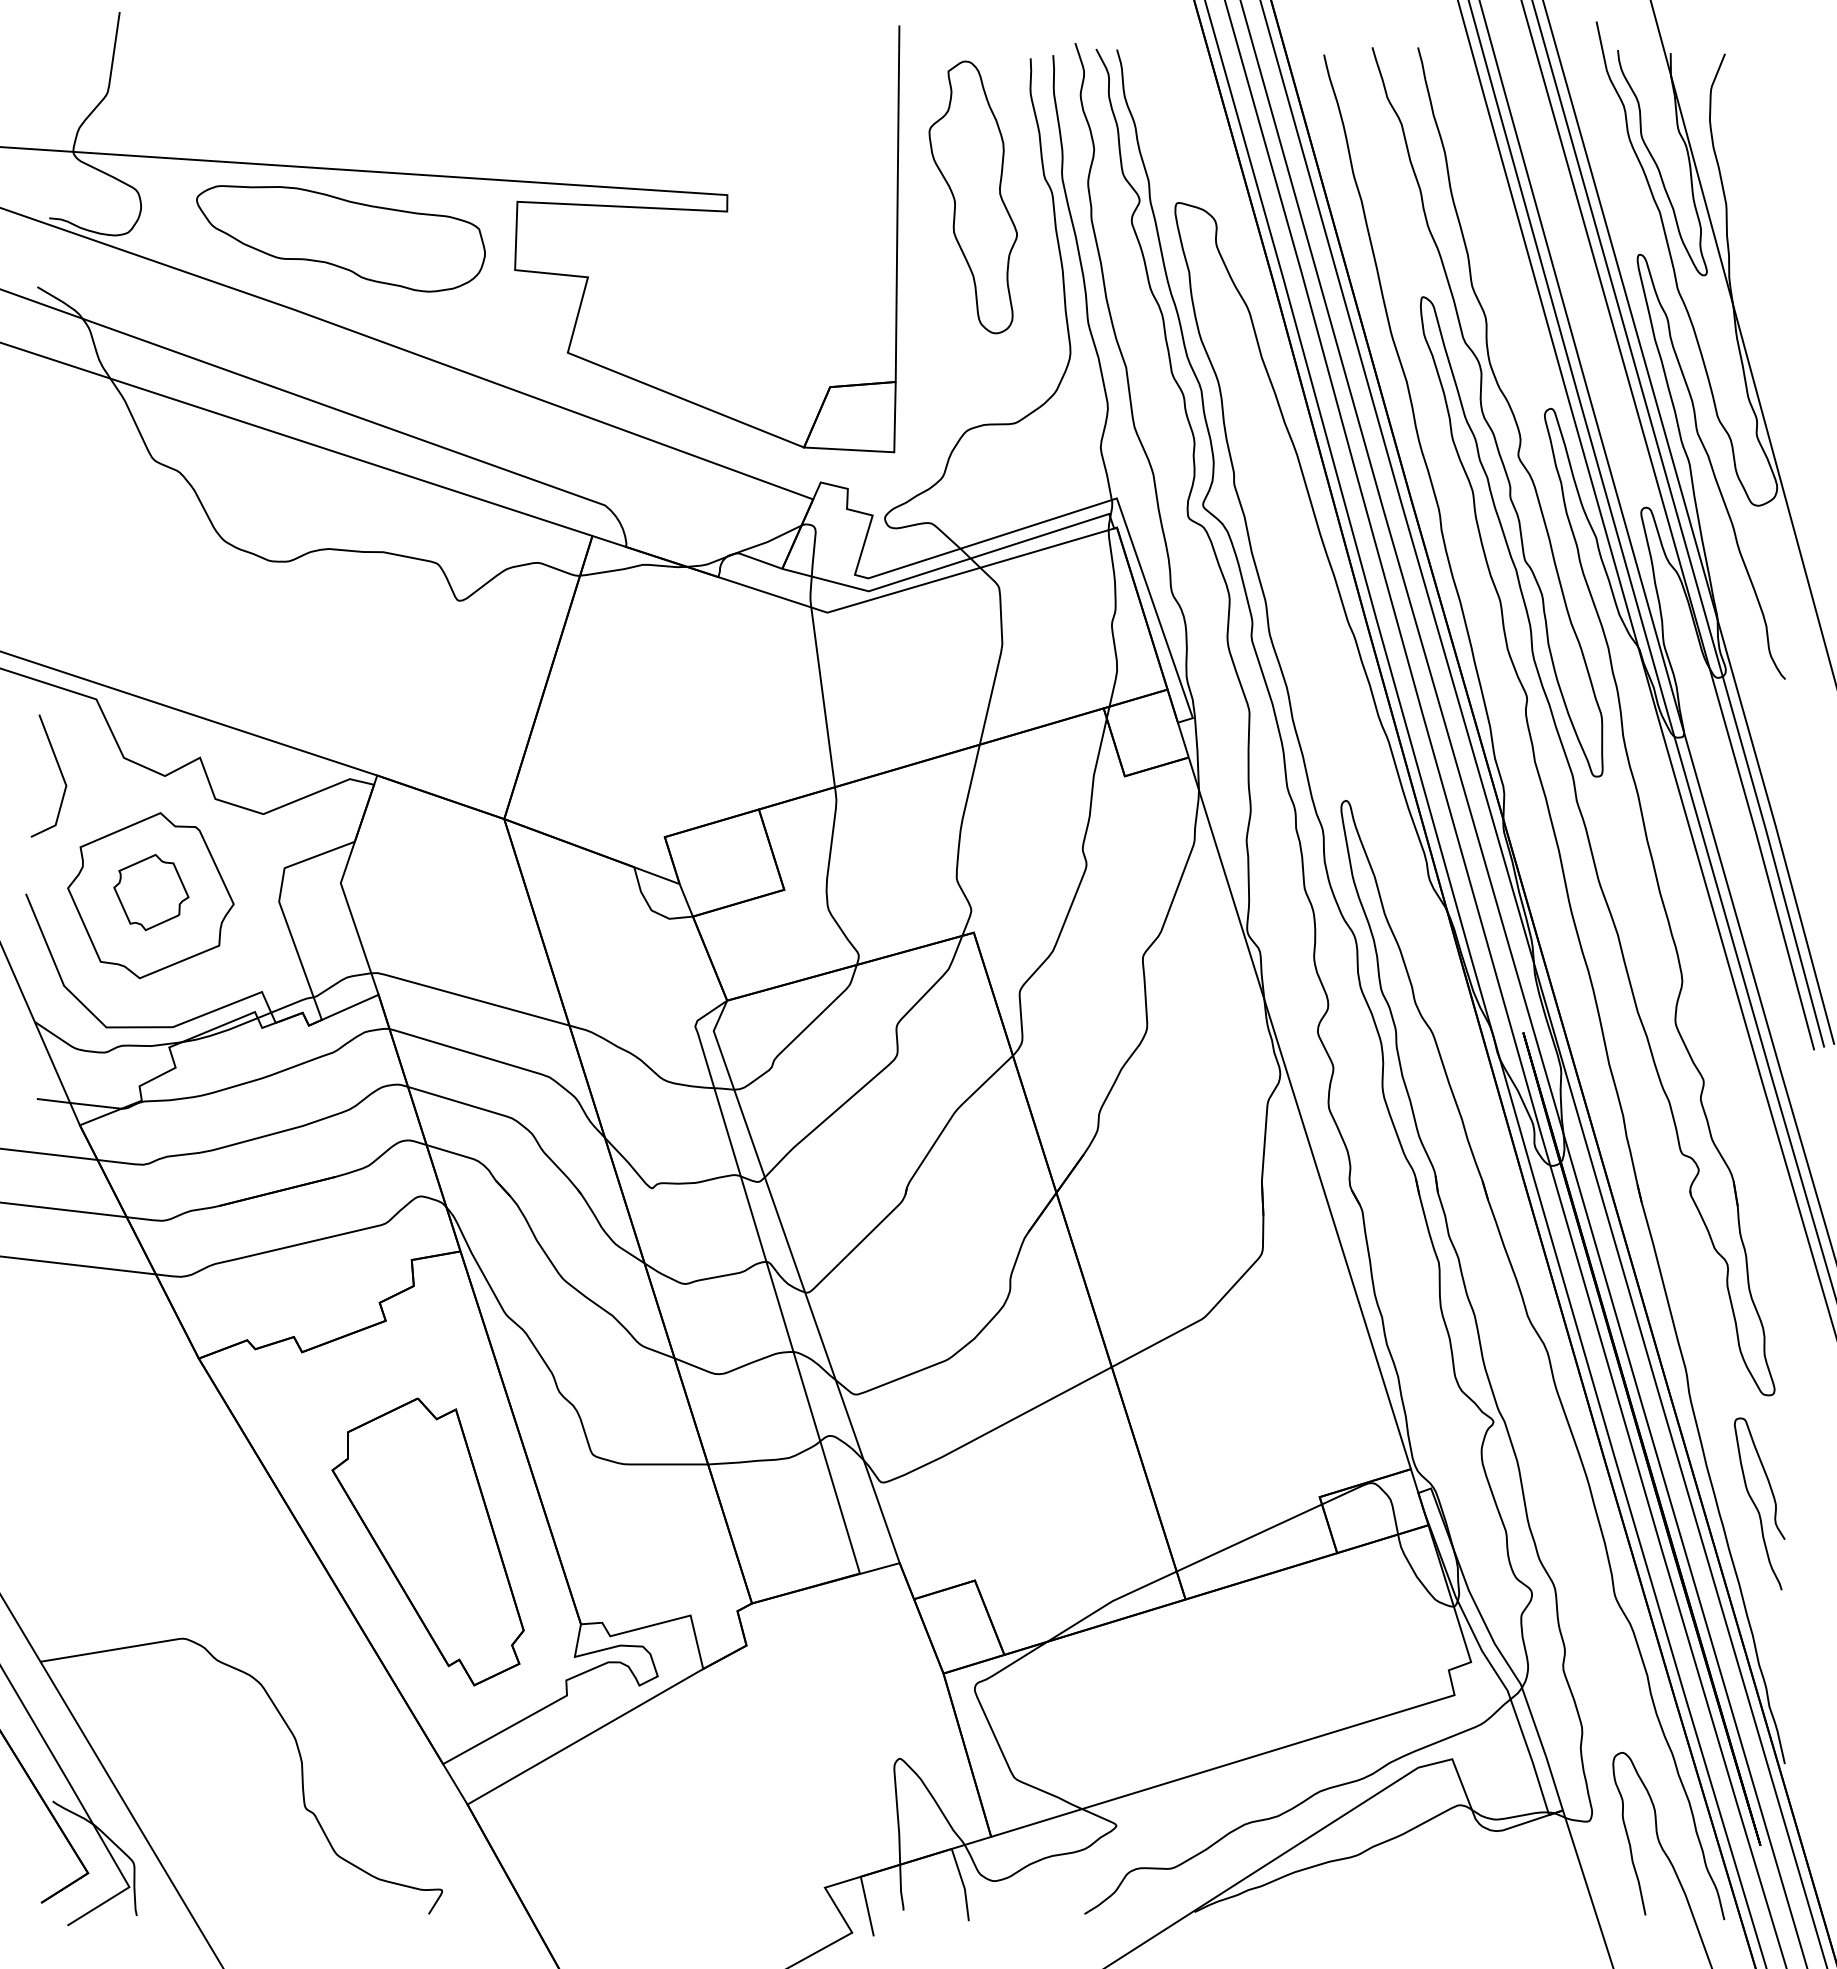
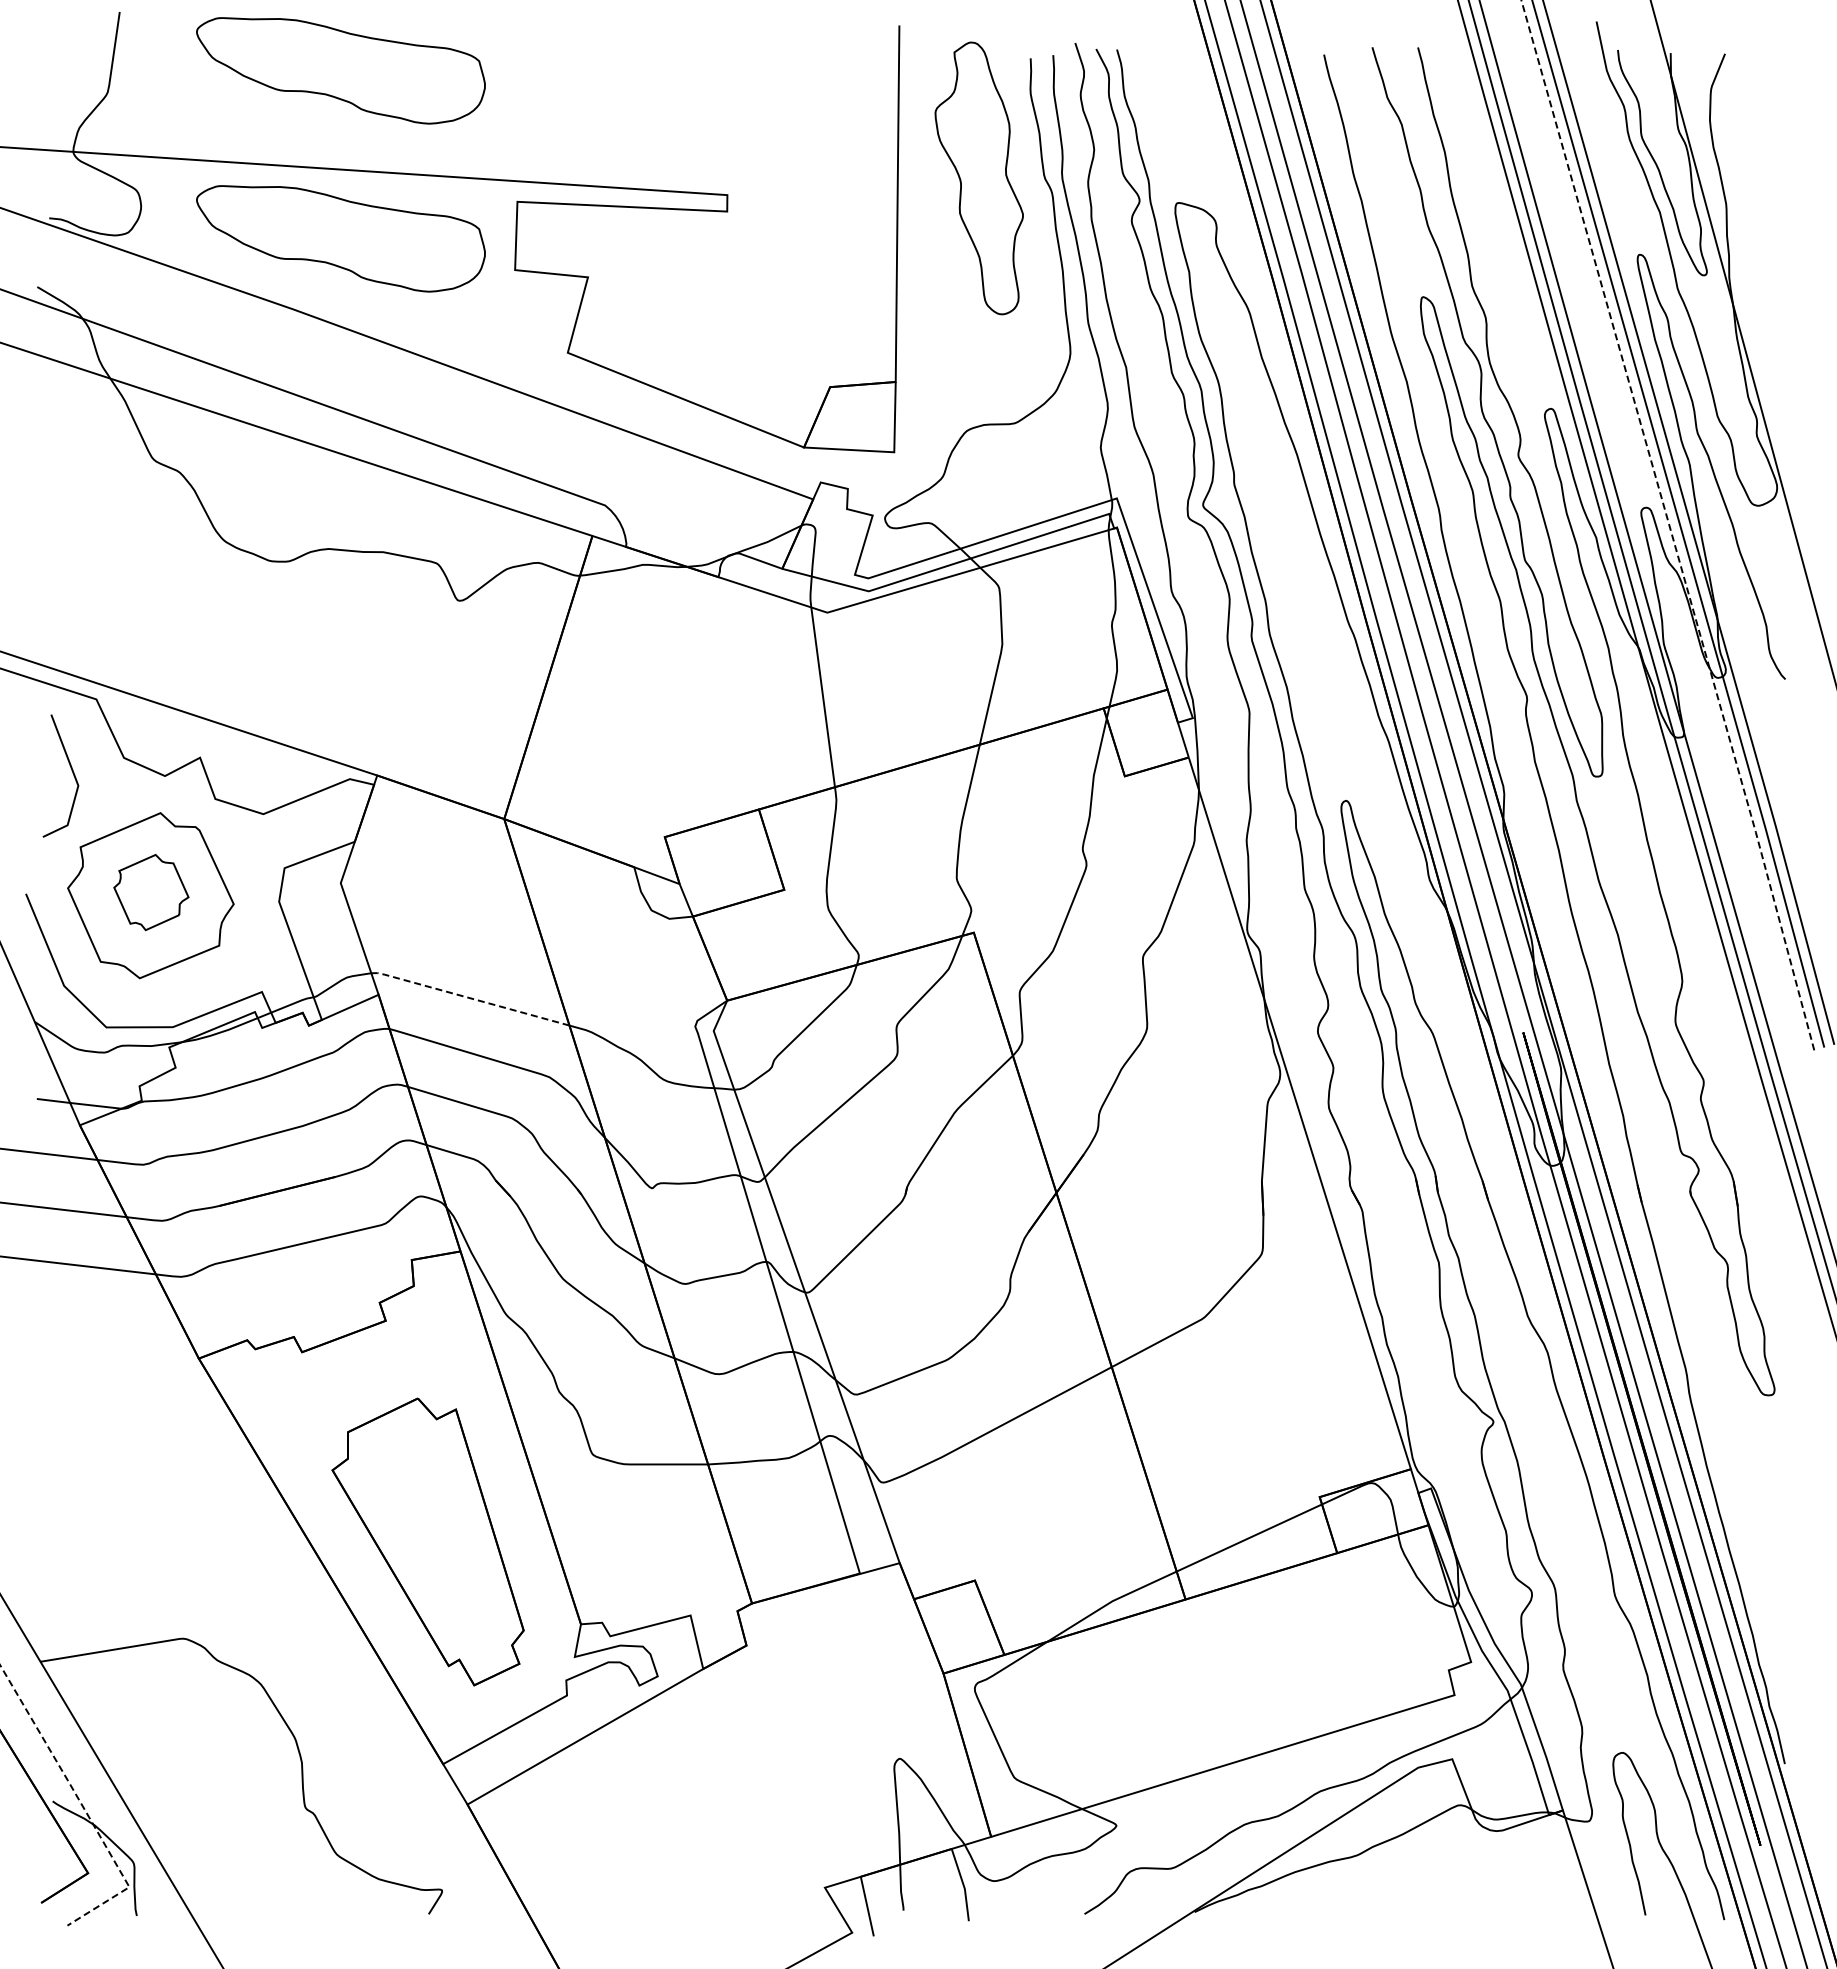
part at (340, 70): none -> present
part at (972, 197) position: (972, 197) -> (978, 178)
line at (1669, 525): solid -> dashed
line at (59, 770) position: (59, 770) -> (71, 770)
line at (468, 997): solid -> dashed
curve at (1756, 1505): present -> none
line at (83, 1807): solid -> dashed
